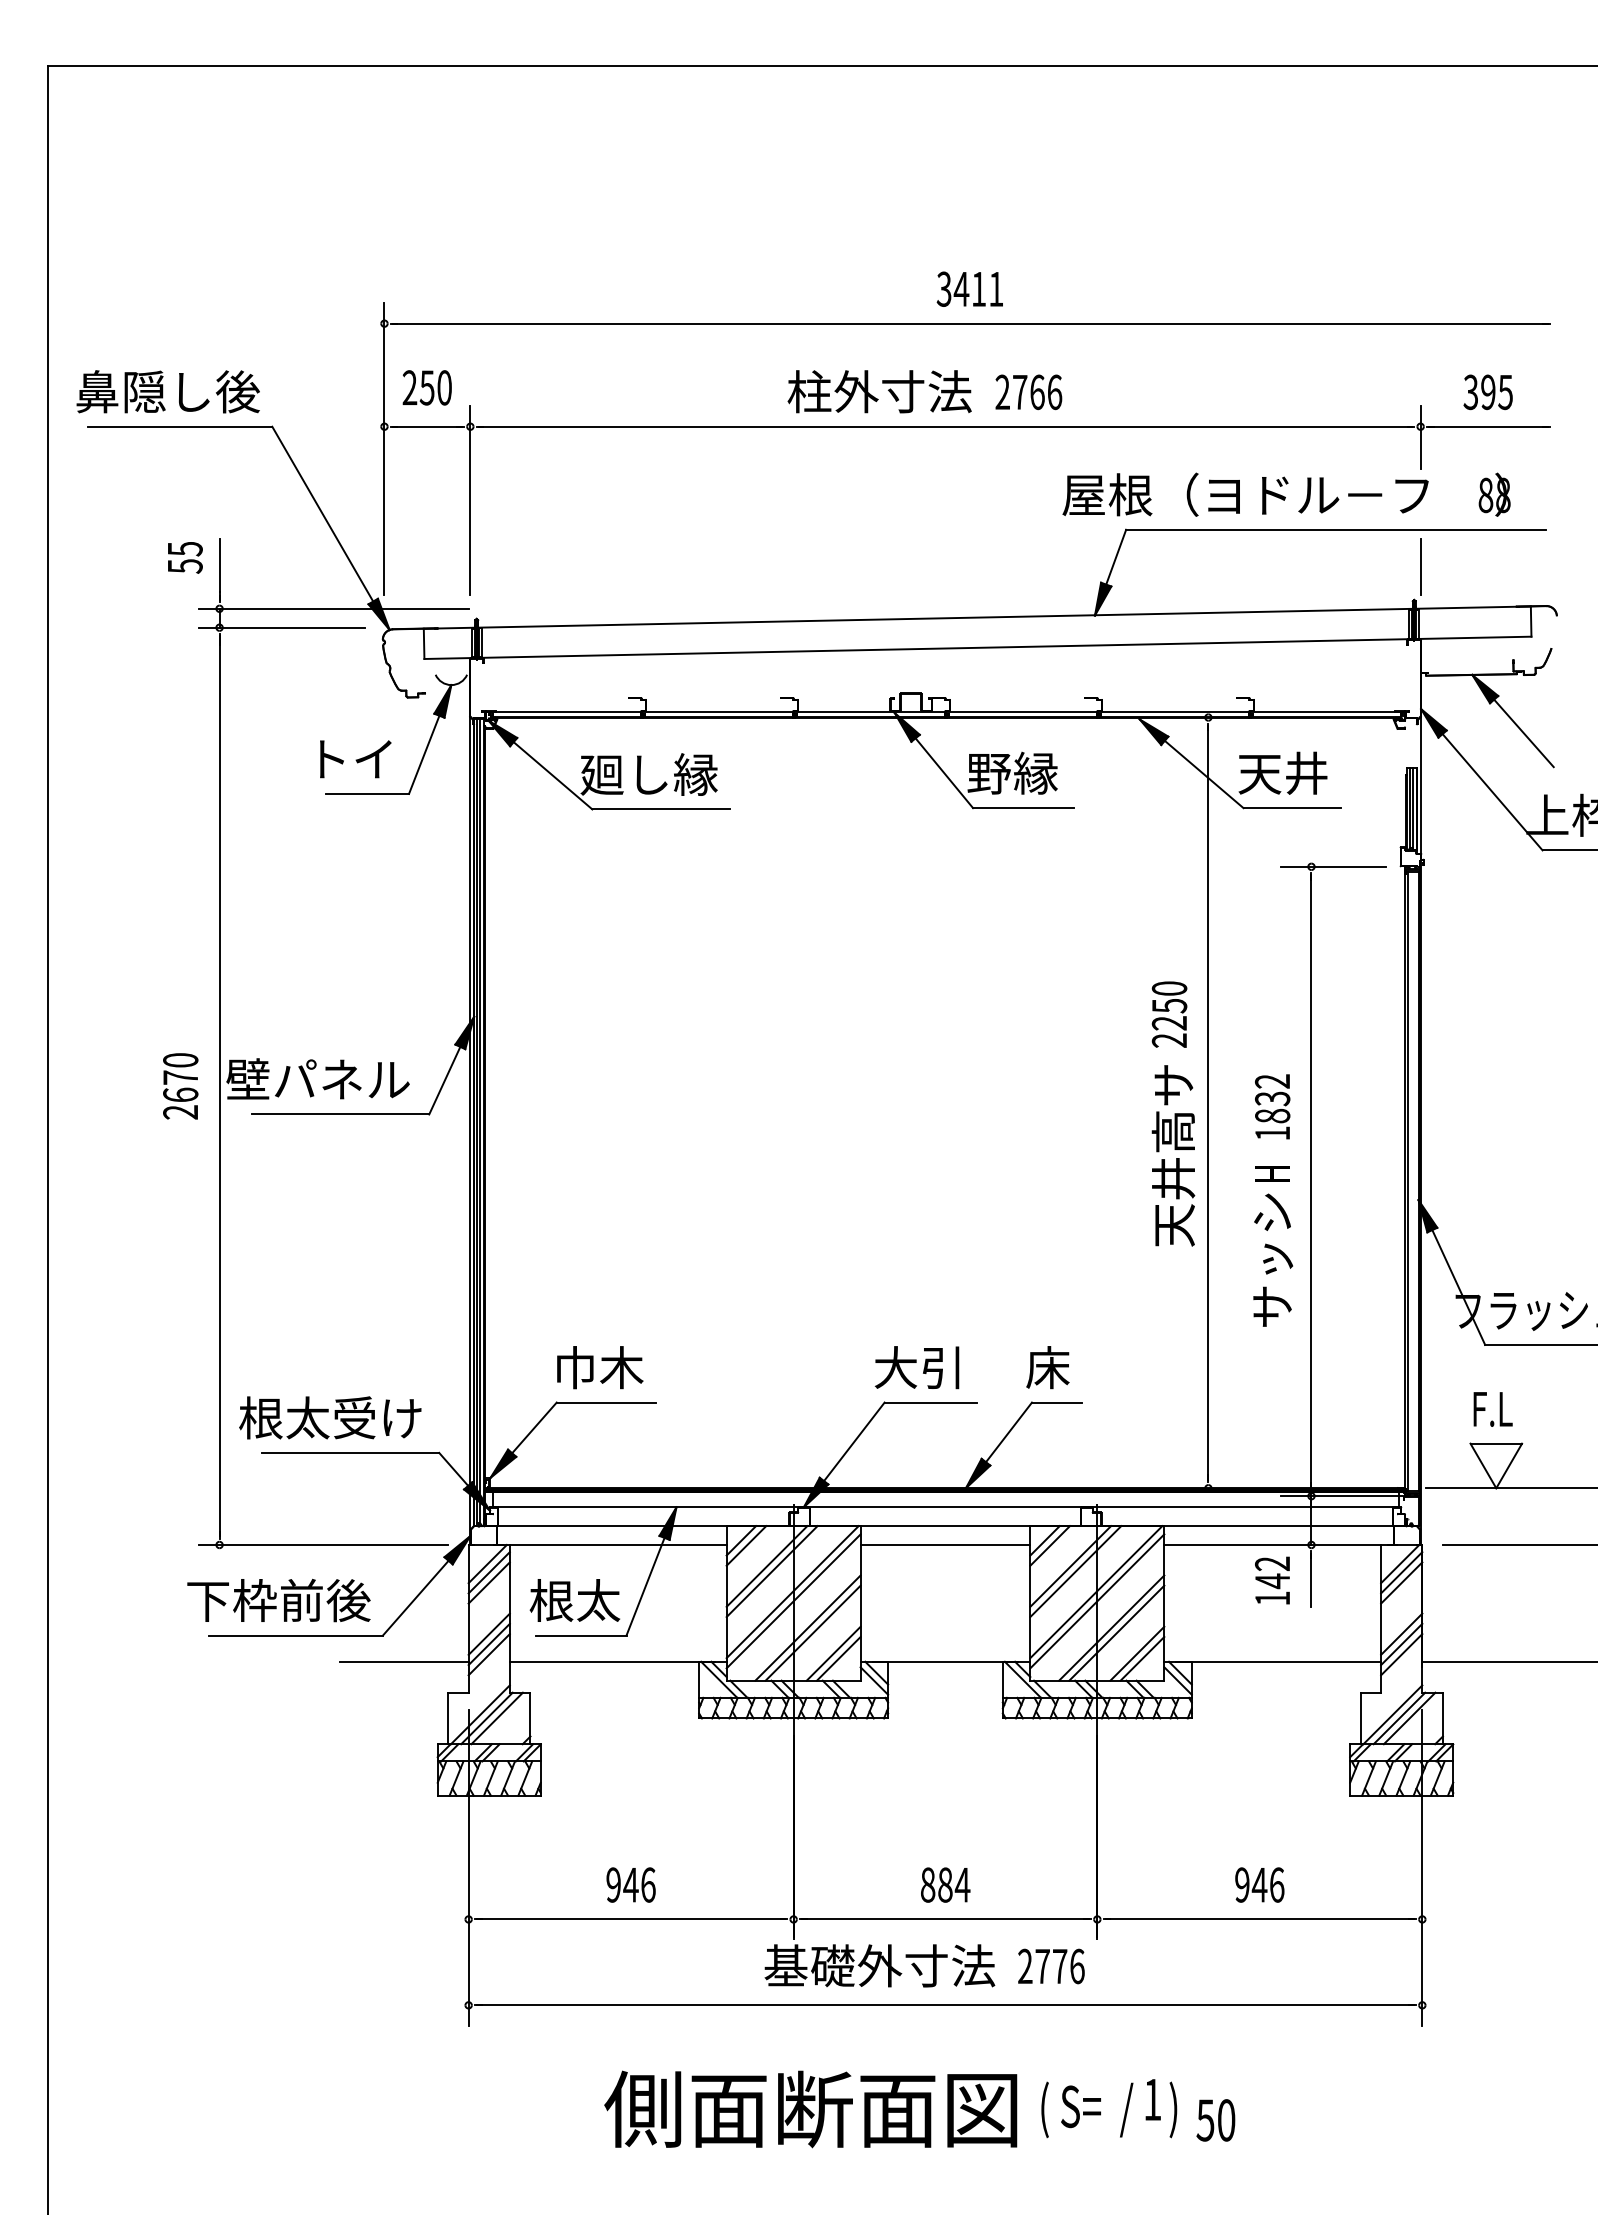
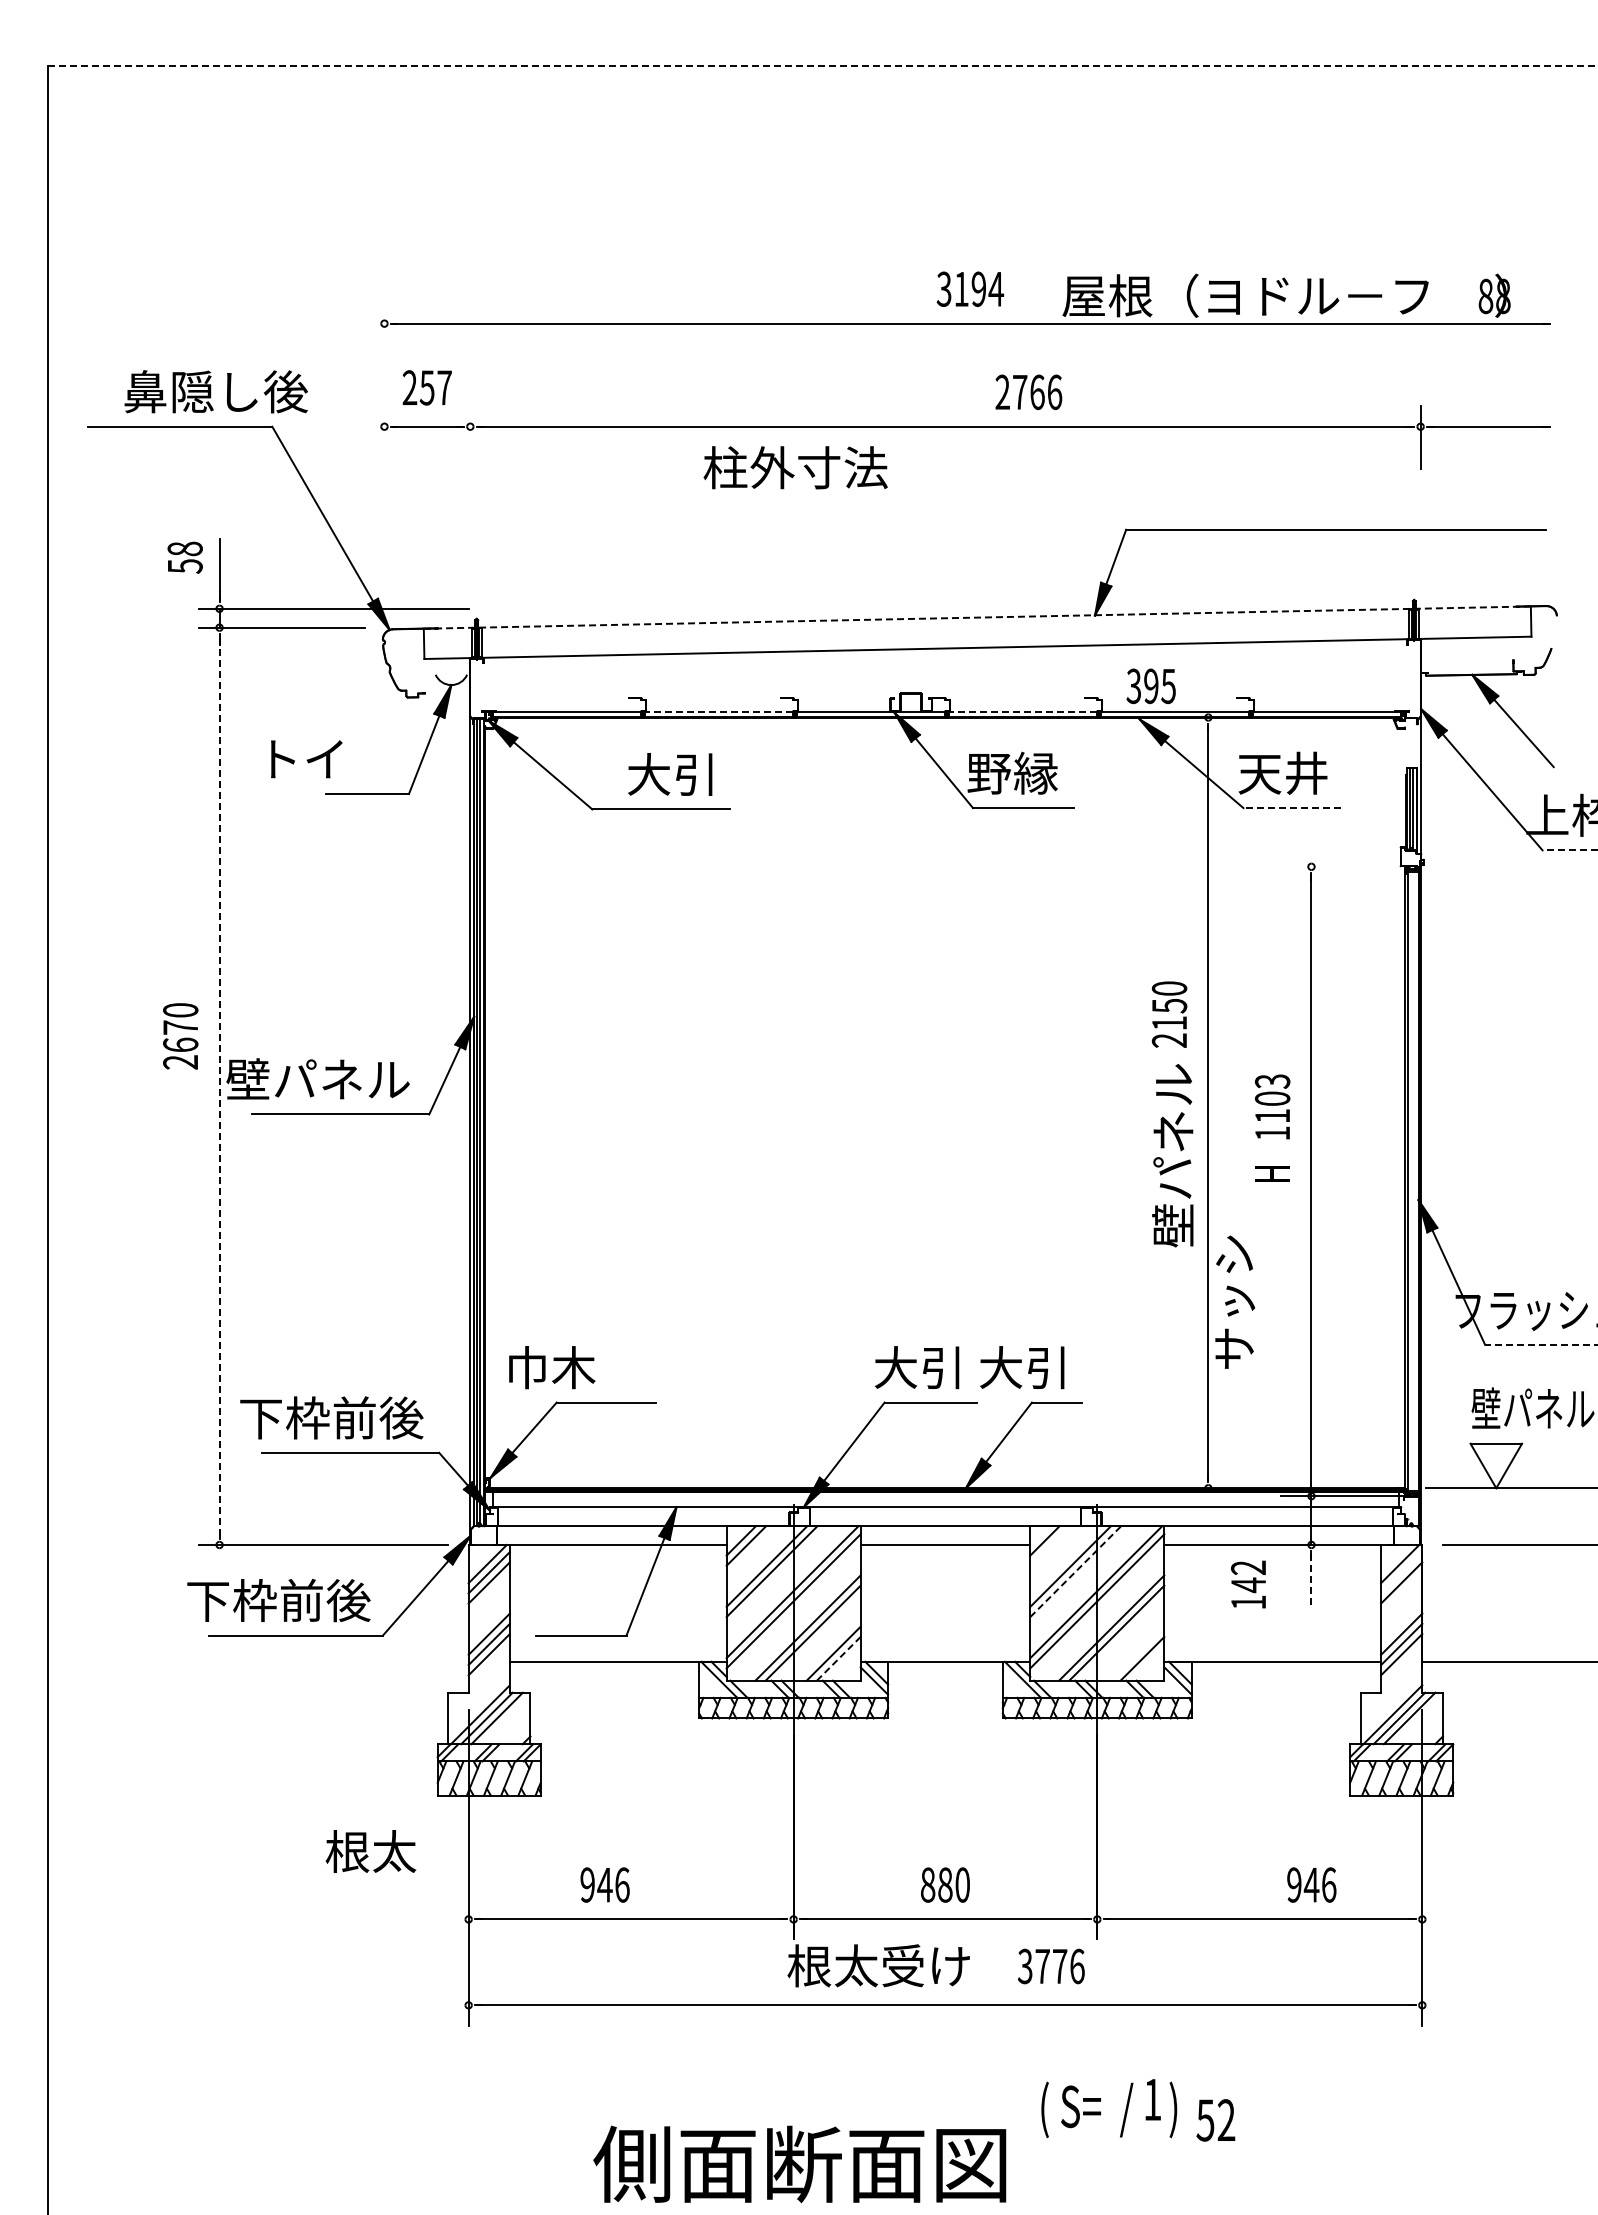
line at (822, 66): solid -> dashed
text at (978, 288): 3411 -> 3194
text at (444, 387): 250 -> 257
text at (167, 391) position: (167, 391) -> (215, 391)
text at (879, 391) position: (879, 391) -> (795, 467)
text at (1487, 392) position: (1487, 392) -> (1150, 686)
line at (384, 449): present -> none
text at (1286, 494) position: (1286, 494) -> (1286, 295)
line at (470, 500): present -> none
text at (184, 548): 55 -> 58
line at (1420, 566): present -> none
line at (977, 617): solid -> dashed
line at (717, 711): solid -> dashed
line at (1021, 711): solid -> dashed
text at (355, 759) position: (355, 759) -> (306, 759)
text at (648, 774): 廻し縁 -> 大引
line at (1292, 808): solid -> dashed
line at (1569, 850): solid -> dashed
line at (1332, 866): present -> none
text at (1168, 1023): 2250 -> 2150
line at (219, 1085): solid -> dashed
text at (180, 1086) position: (180, 1086) -> (180, 1036)
text at (1272, 1098): 1832 -> 1103
text at (1173, 1155): 天井高サ -> 壁パネル
text at (1273, 1259) position: (1273, 1259) -> (1235, 1301)
line at (1541, 1344): solid -> dashed
text at (600, 1367) position: (600, 1367) -> (552, 1367)
text at (1024, 1367): 床 -> 大引
text at (1532, 1407): F.L -> 壁パネル
text at (331, 1417): 根太受け -> 下枠前後
line at (1049, 1545): present -> none
line at (1076, 1571): solid -> dashed
line at (1401, 1572): present -> none
text at (1272, 1580) position: (1272, 1580) -> (1248, 1584)
line at (1311, 1580): solid -> dashed
text at (574, 1600) position: (574, 1600) -> (370, 1851)
line at (1137, 1653): present -> none
line at (838, 1658): solid -> dashed
line at (404, 1661): present -> none
text at (630, 1884) position: (630, 1884) -> (604, 1884)
text at (962, 1884): 884 -> 880
text at (1259, 1884) position: (1259, 1884) -> (1311, 1884)
text at (879, 1965): 基礎外寸法 -> 根太受け
text at (1024, 1966): 2776 -> 3776
text at (810, 2109) position: (810, 2109) -> (799, 2164)
text at (1226, 2120): 50 -> 52
